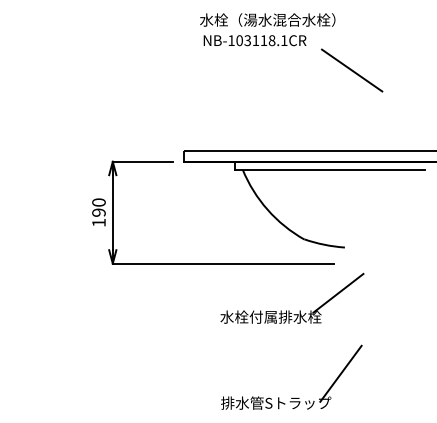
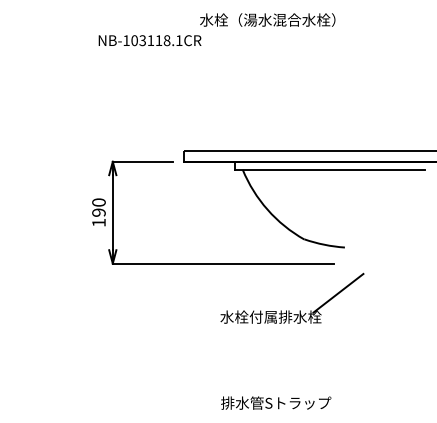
text at (254, 40) position: (254, 40) -> (149, 40)
line at (352, 70): present -> none
line at (340, 373): present -> none
